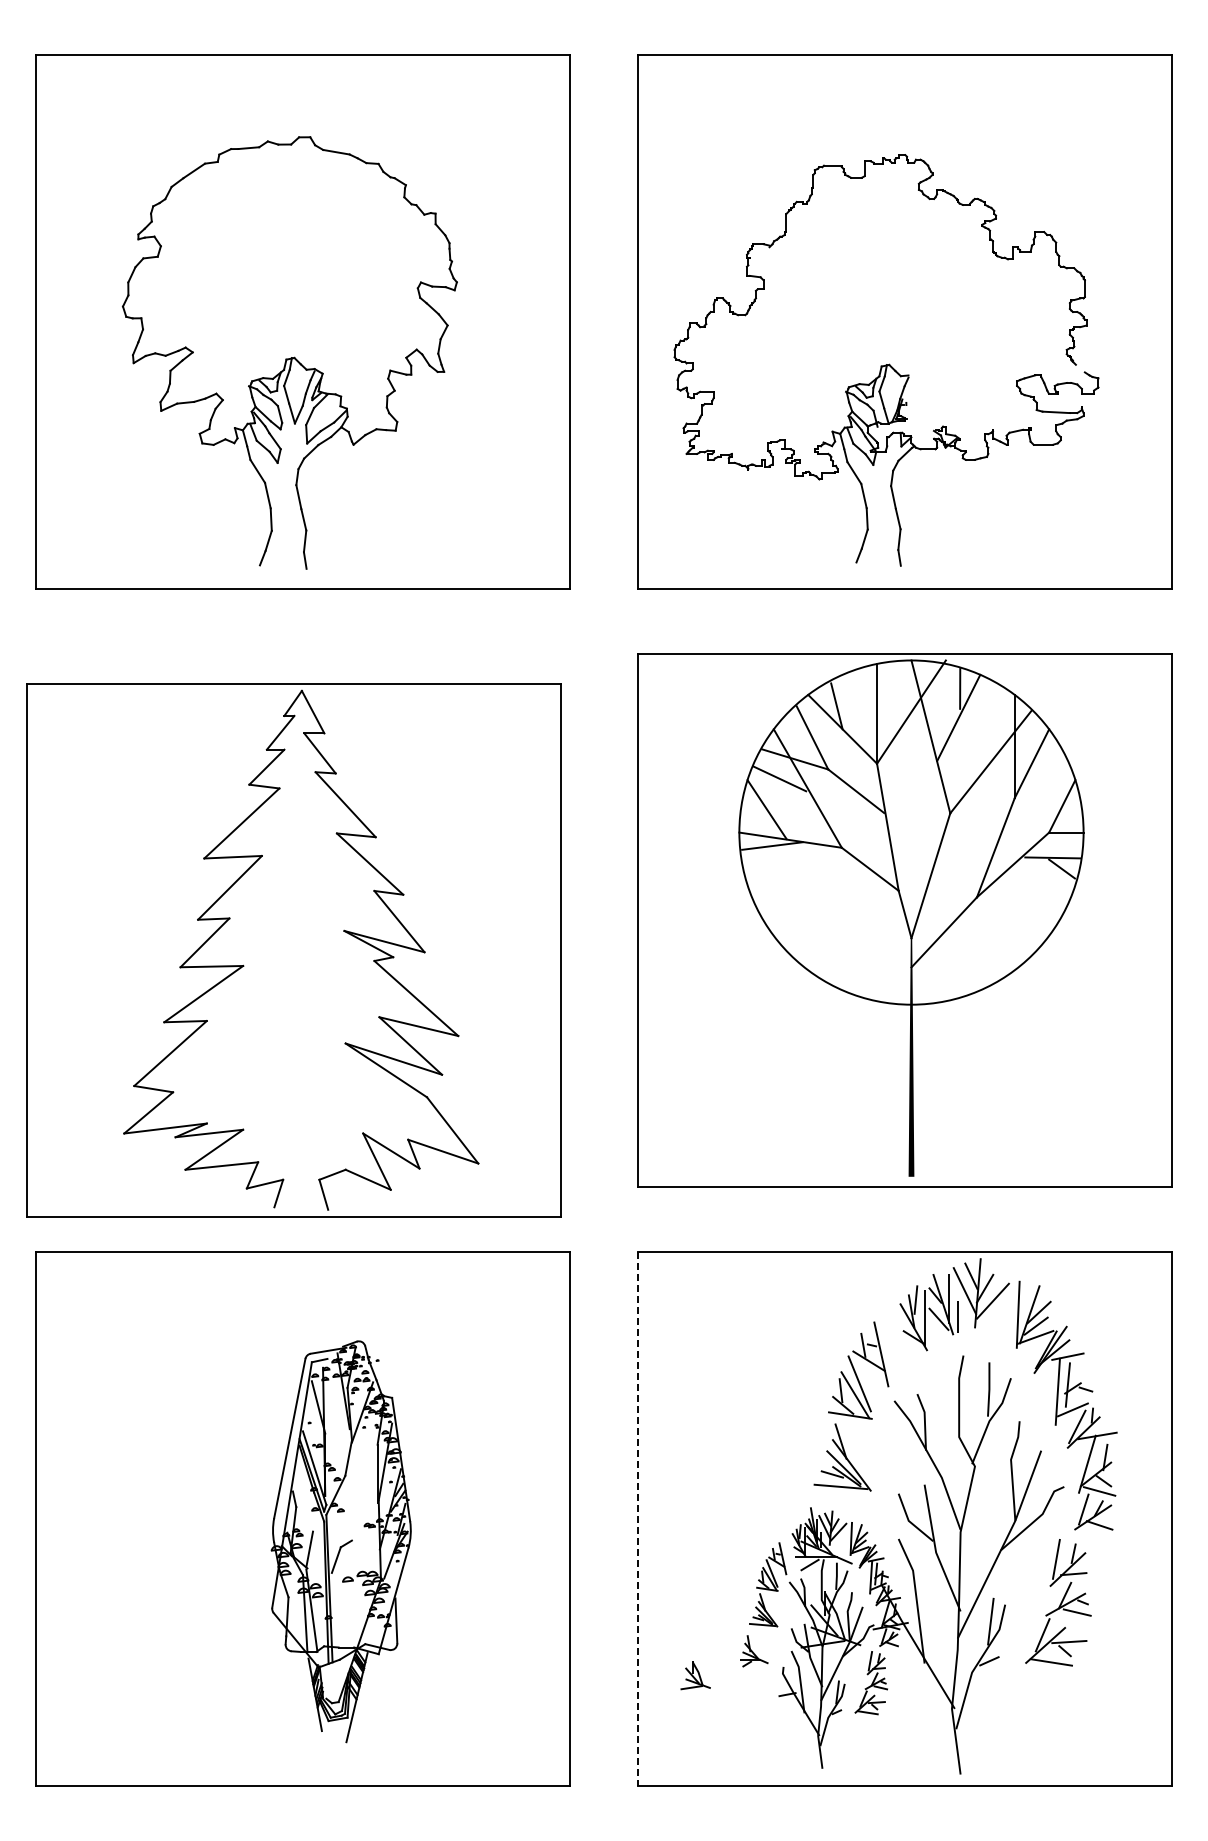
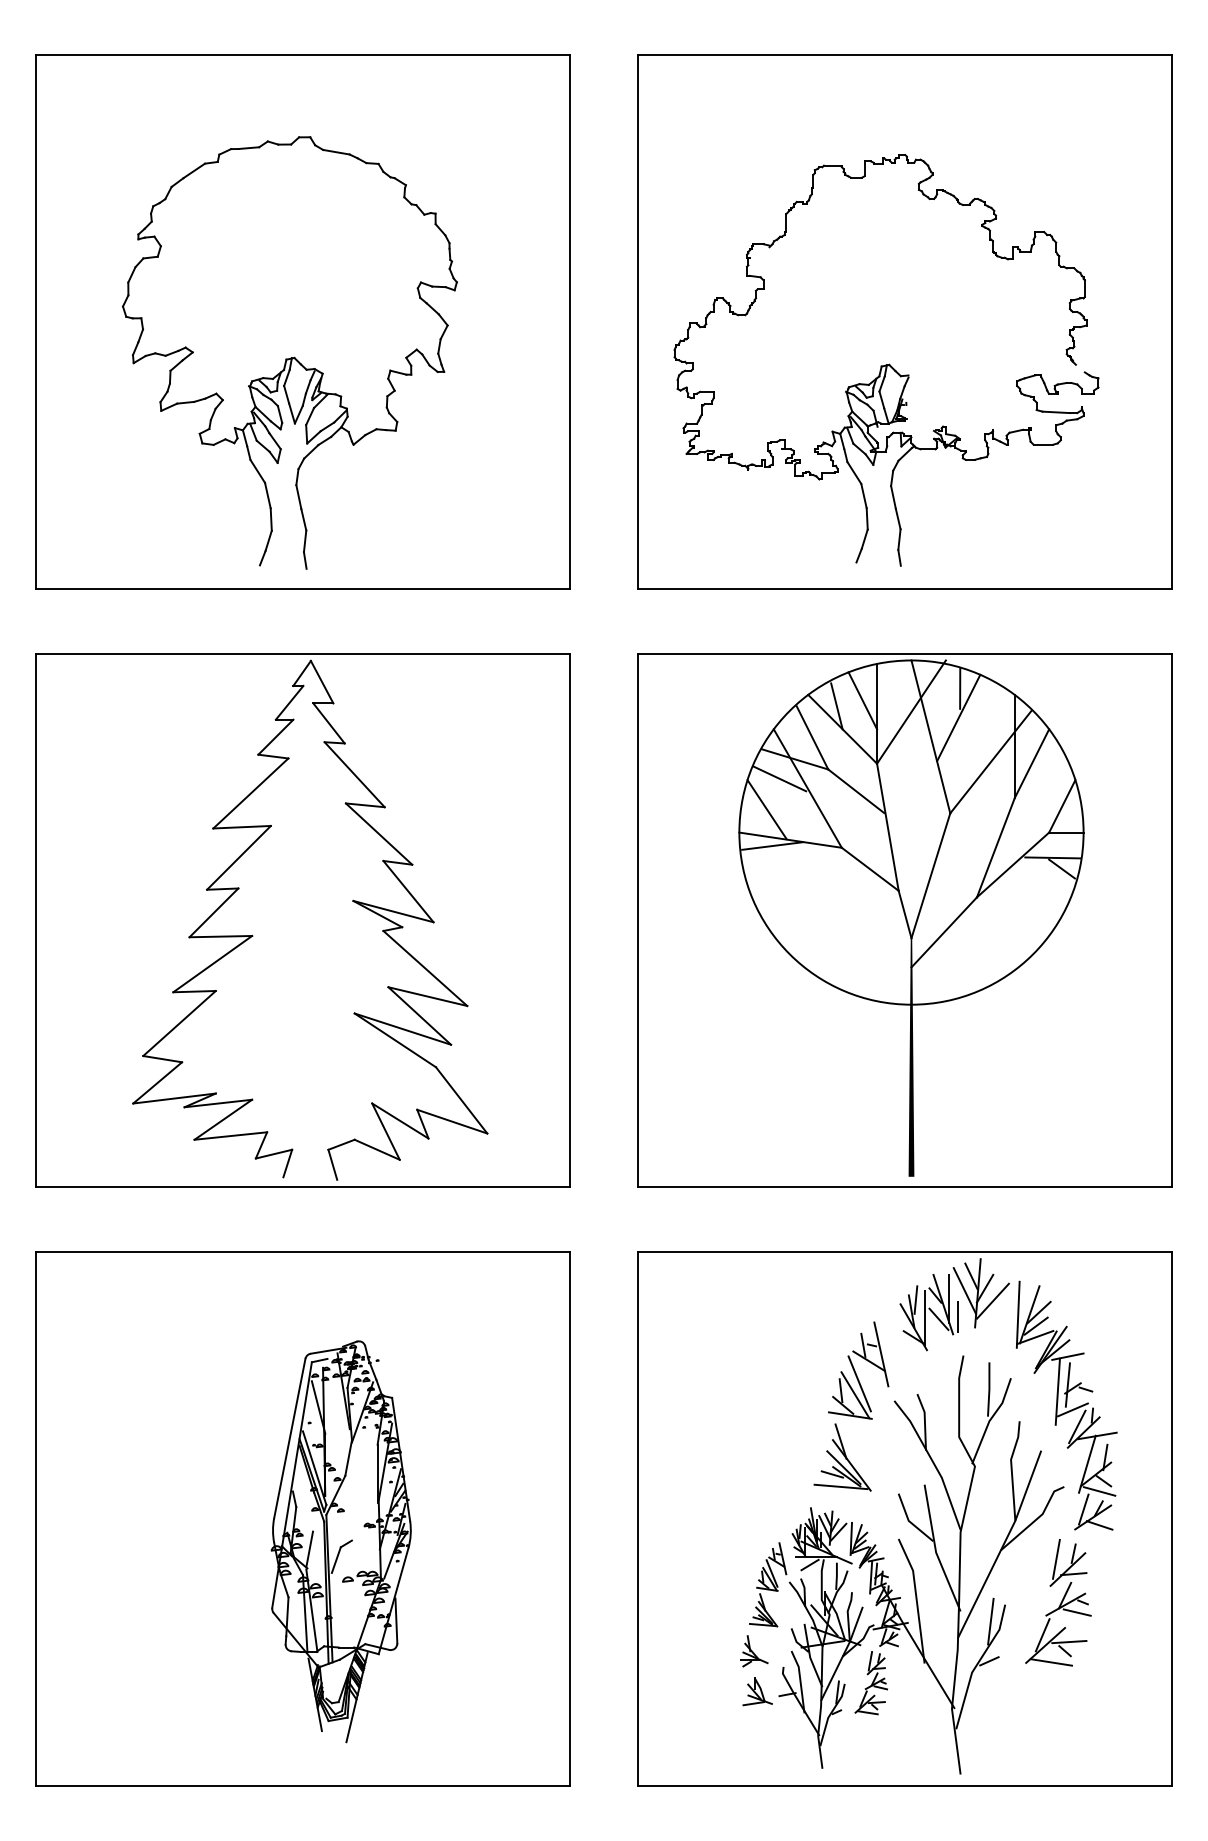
line at (862, 700): none -> present
part at (293, 950) position: (293, 950) -> (302, 920)
line at (638, 1519): dashed -> solid
part at (695, 1675) position: (695, 1675) -> (757, 1691)
